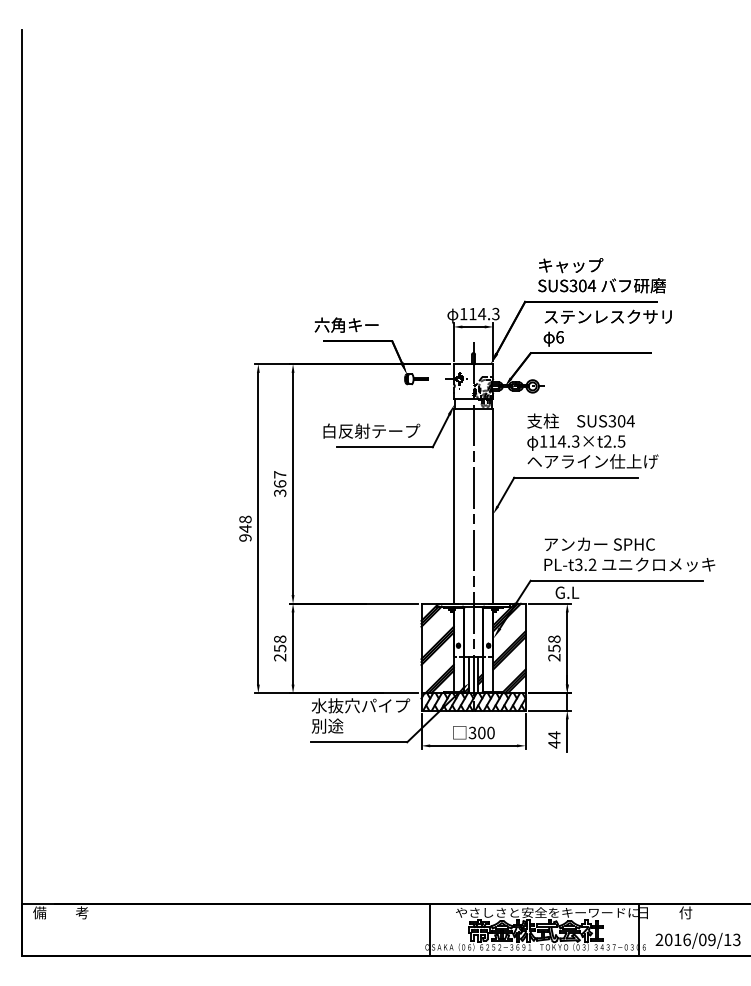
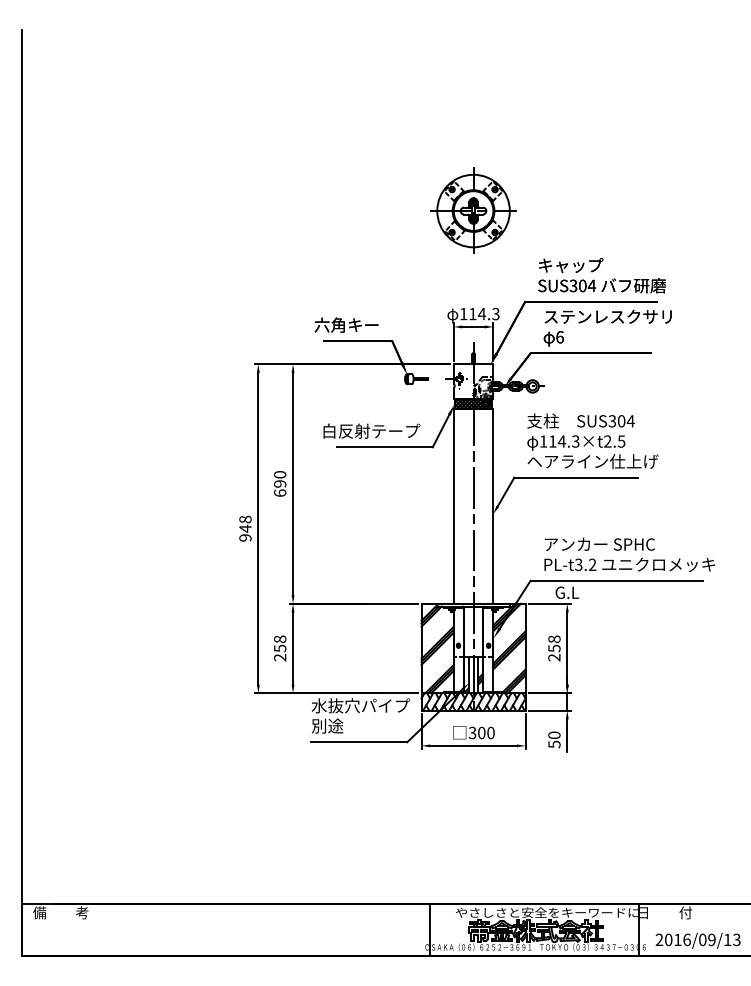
part at (473, 210): none -> present
hatch at (473, 403): none -> present
text at (280, 483): 367 -> 690
text at (554, 739): 44 -> 50
